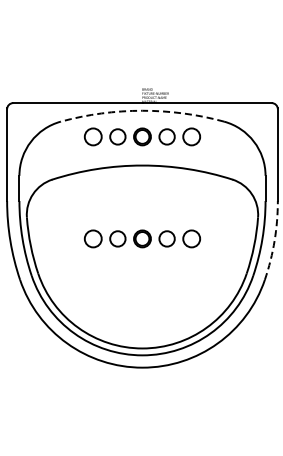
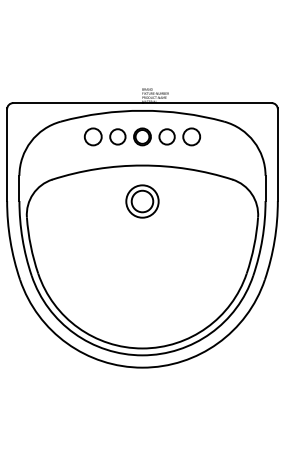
arc at (142, 110): dashed -> solid
part at (142, 201): none -> present
part at (141, 238): present -> none
arc at (274, 240): dashed -> solid
